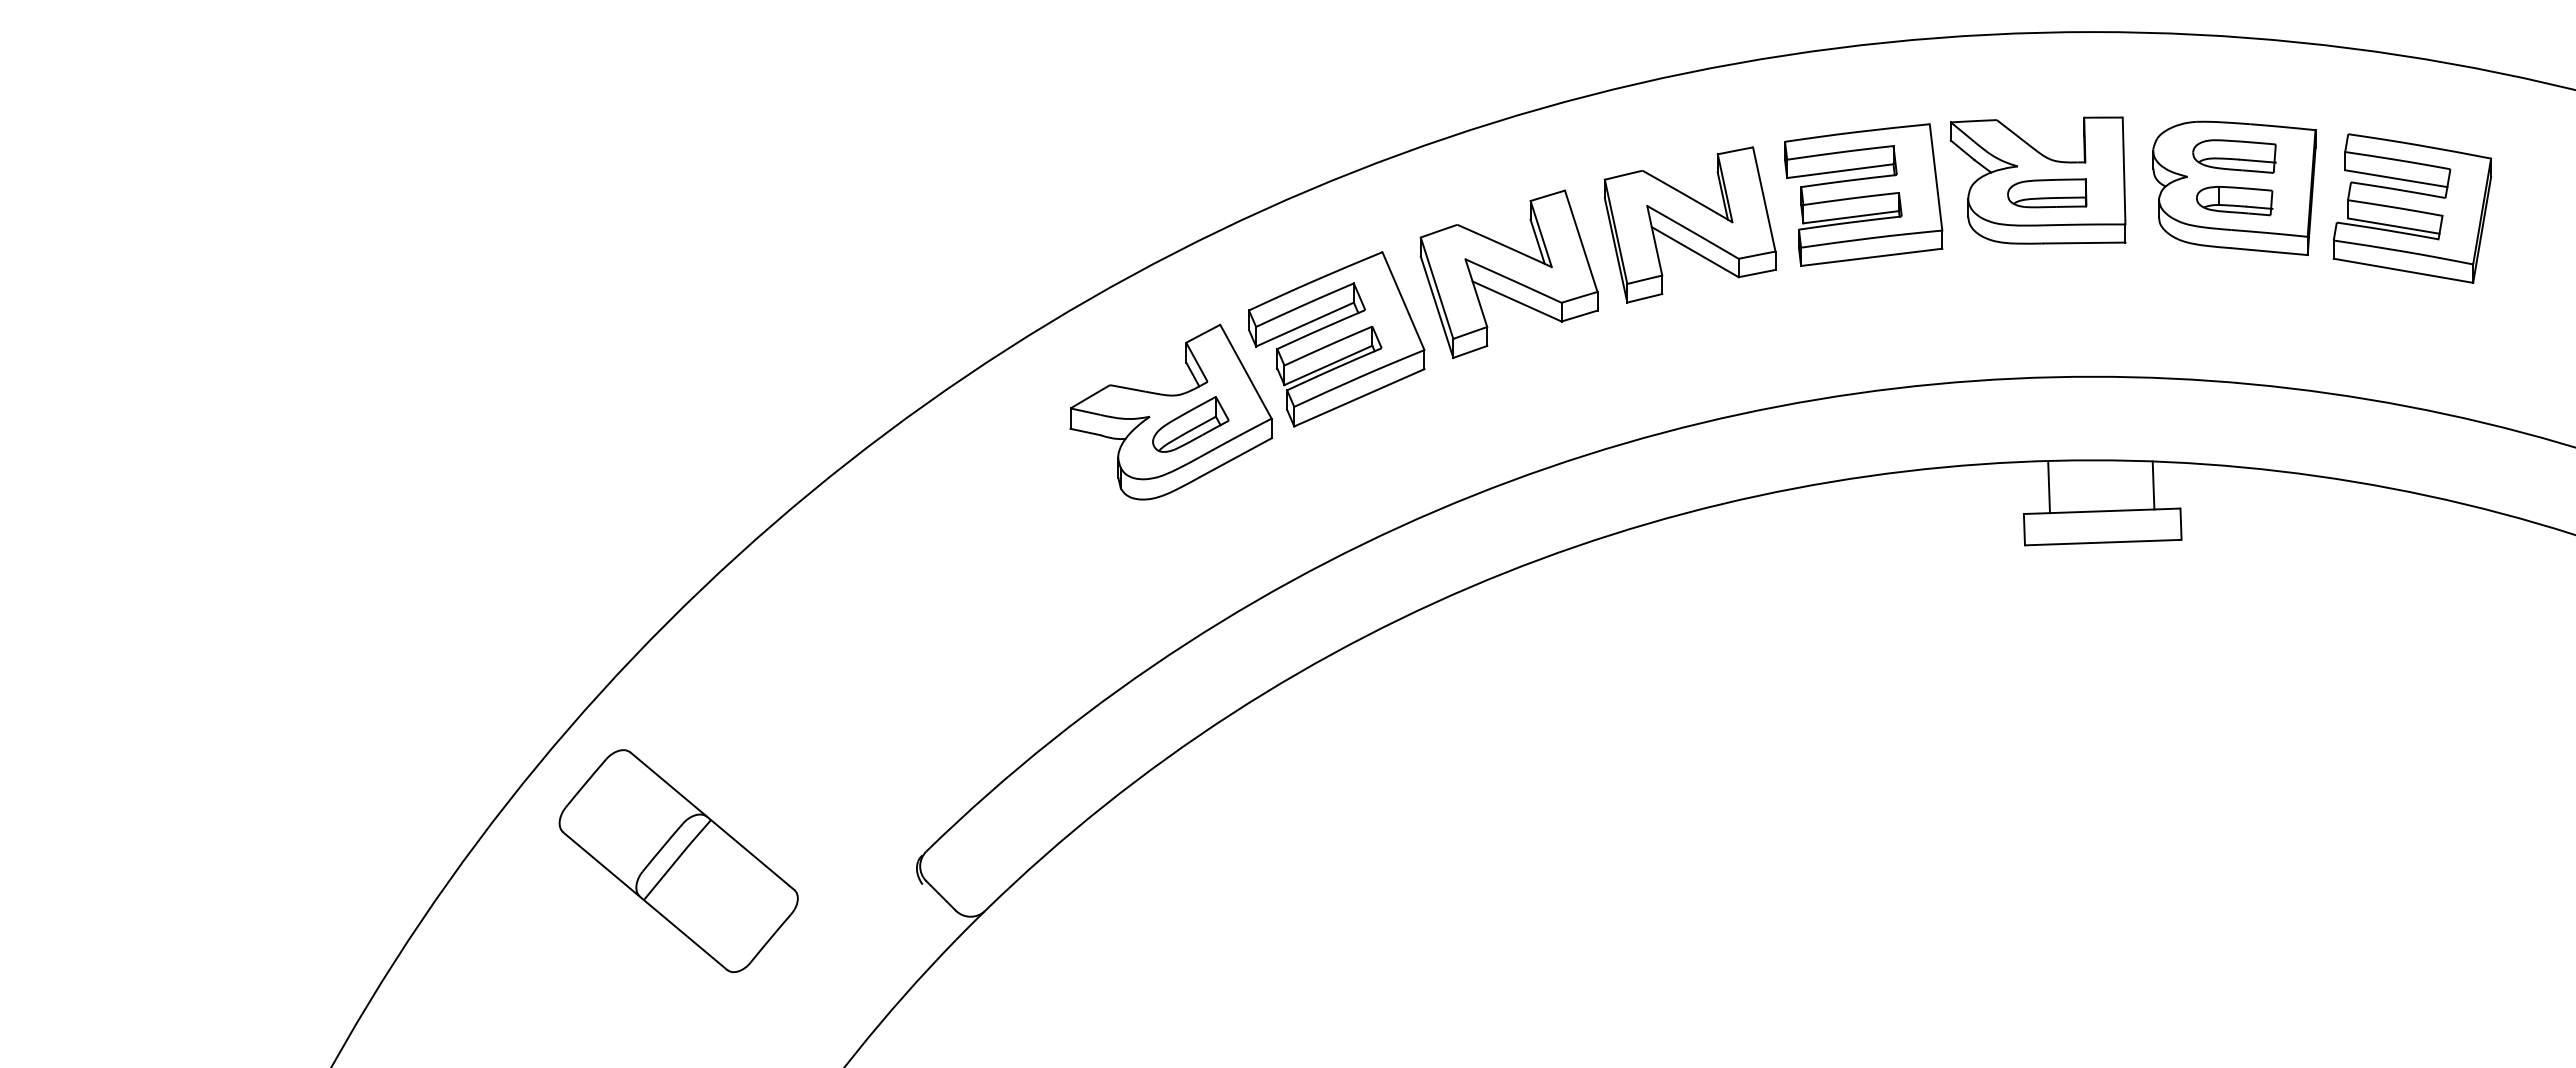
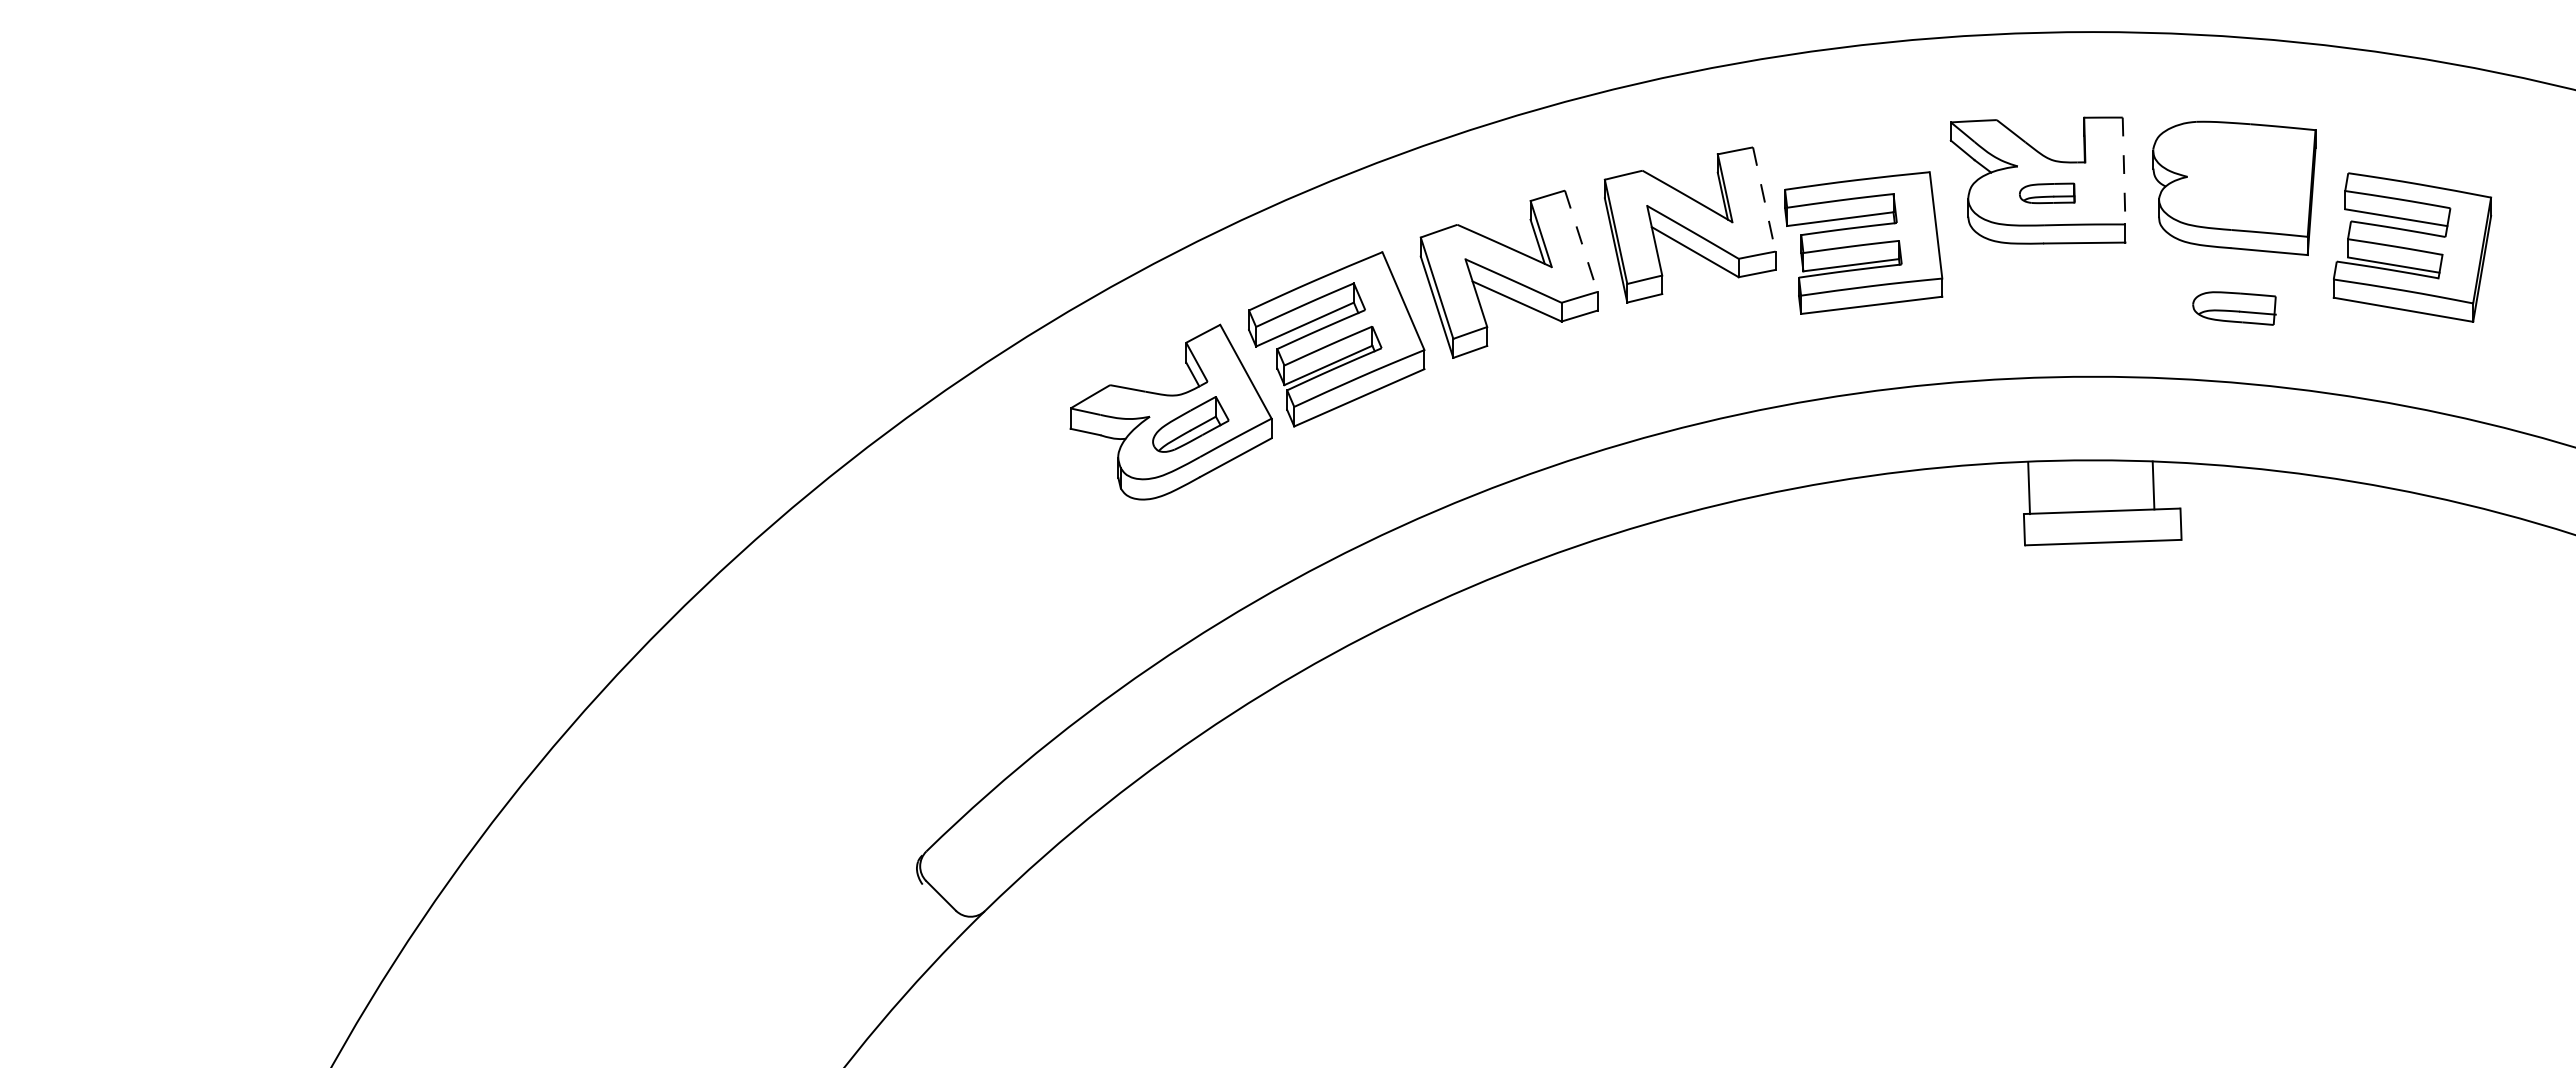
part at (2234, 156) position: (2234, 156) -> (2234, 308)
line at (2124, 171): solid -> dashed
part at (2047, 193) size: 81x31 px -> 57x23 px
part at (1863, 194) position: (1863, 194) -> (1863, 242)
line at (1764, 200): solid -> dashed
part at (2234, 200): present -> none
part at (2412, 208) position: (2412, 208) -> (2412, 247)
line at (1581, 241): solid -> dashed
line at (2049, 486) position: (2049, 486) -> (2029, 487)
part at (678, 861): present -> none
